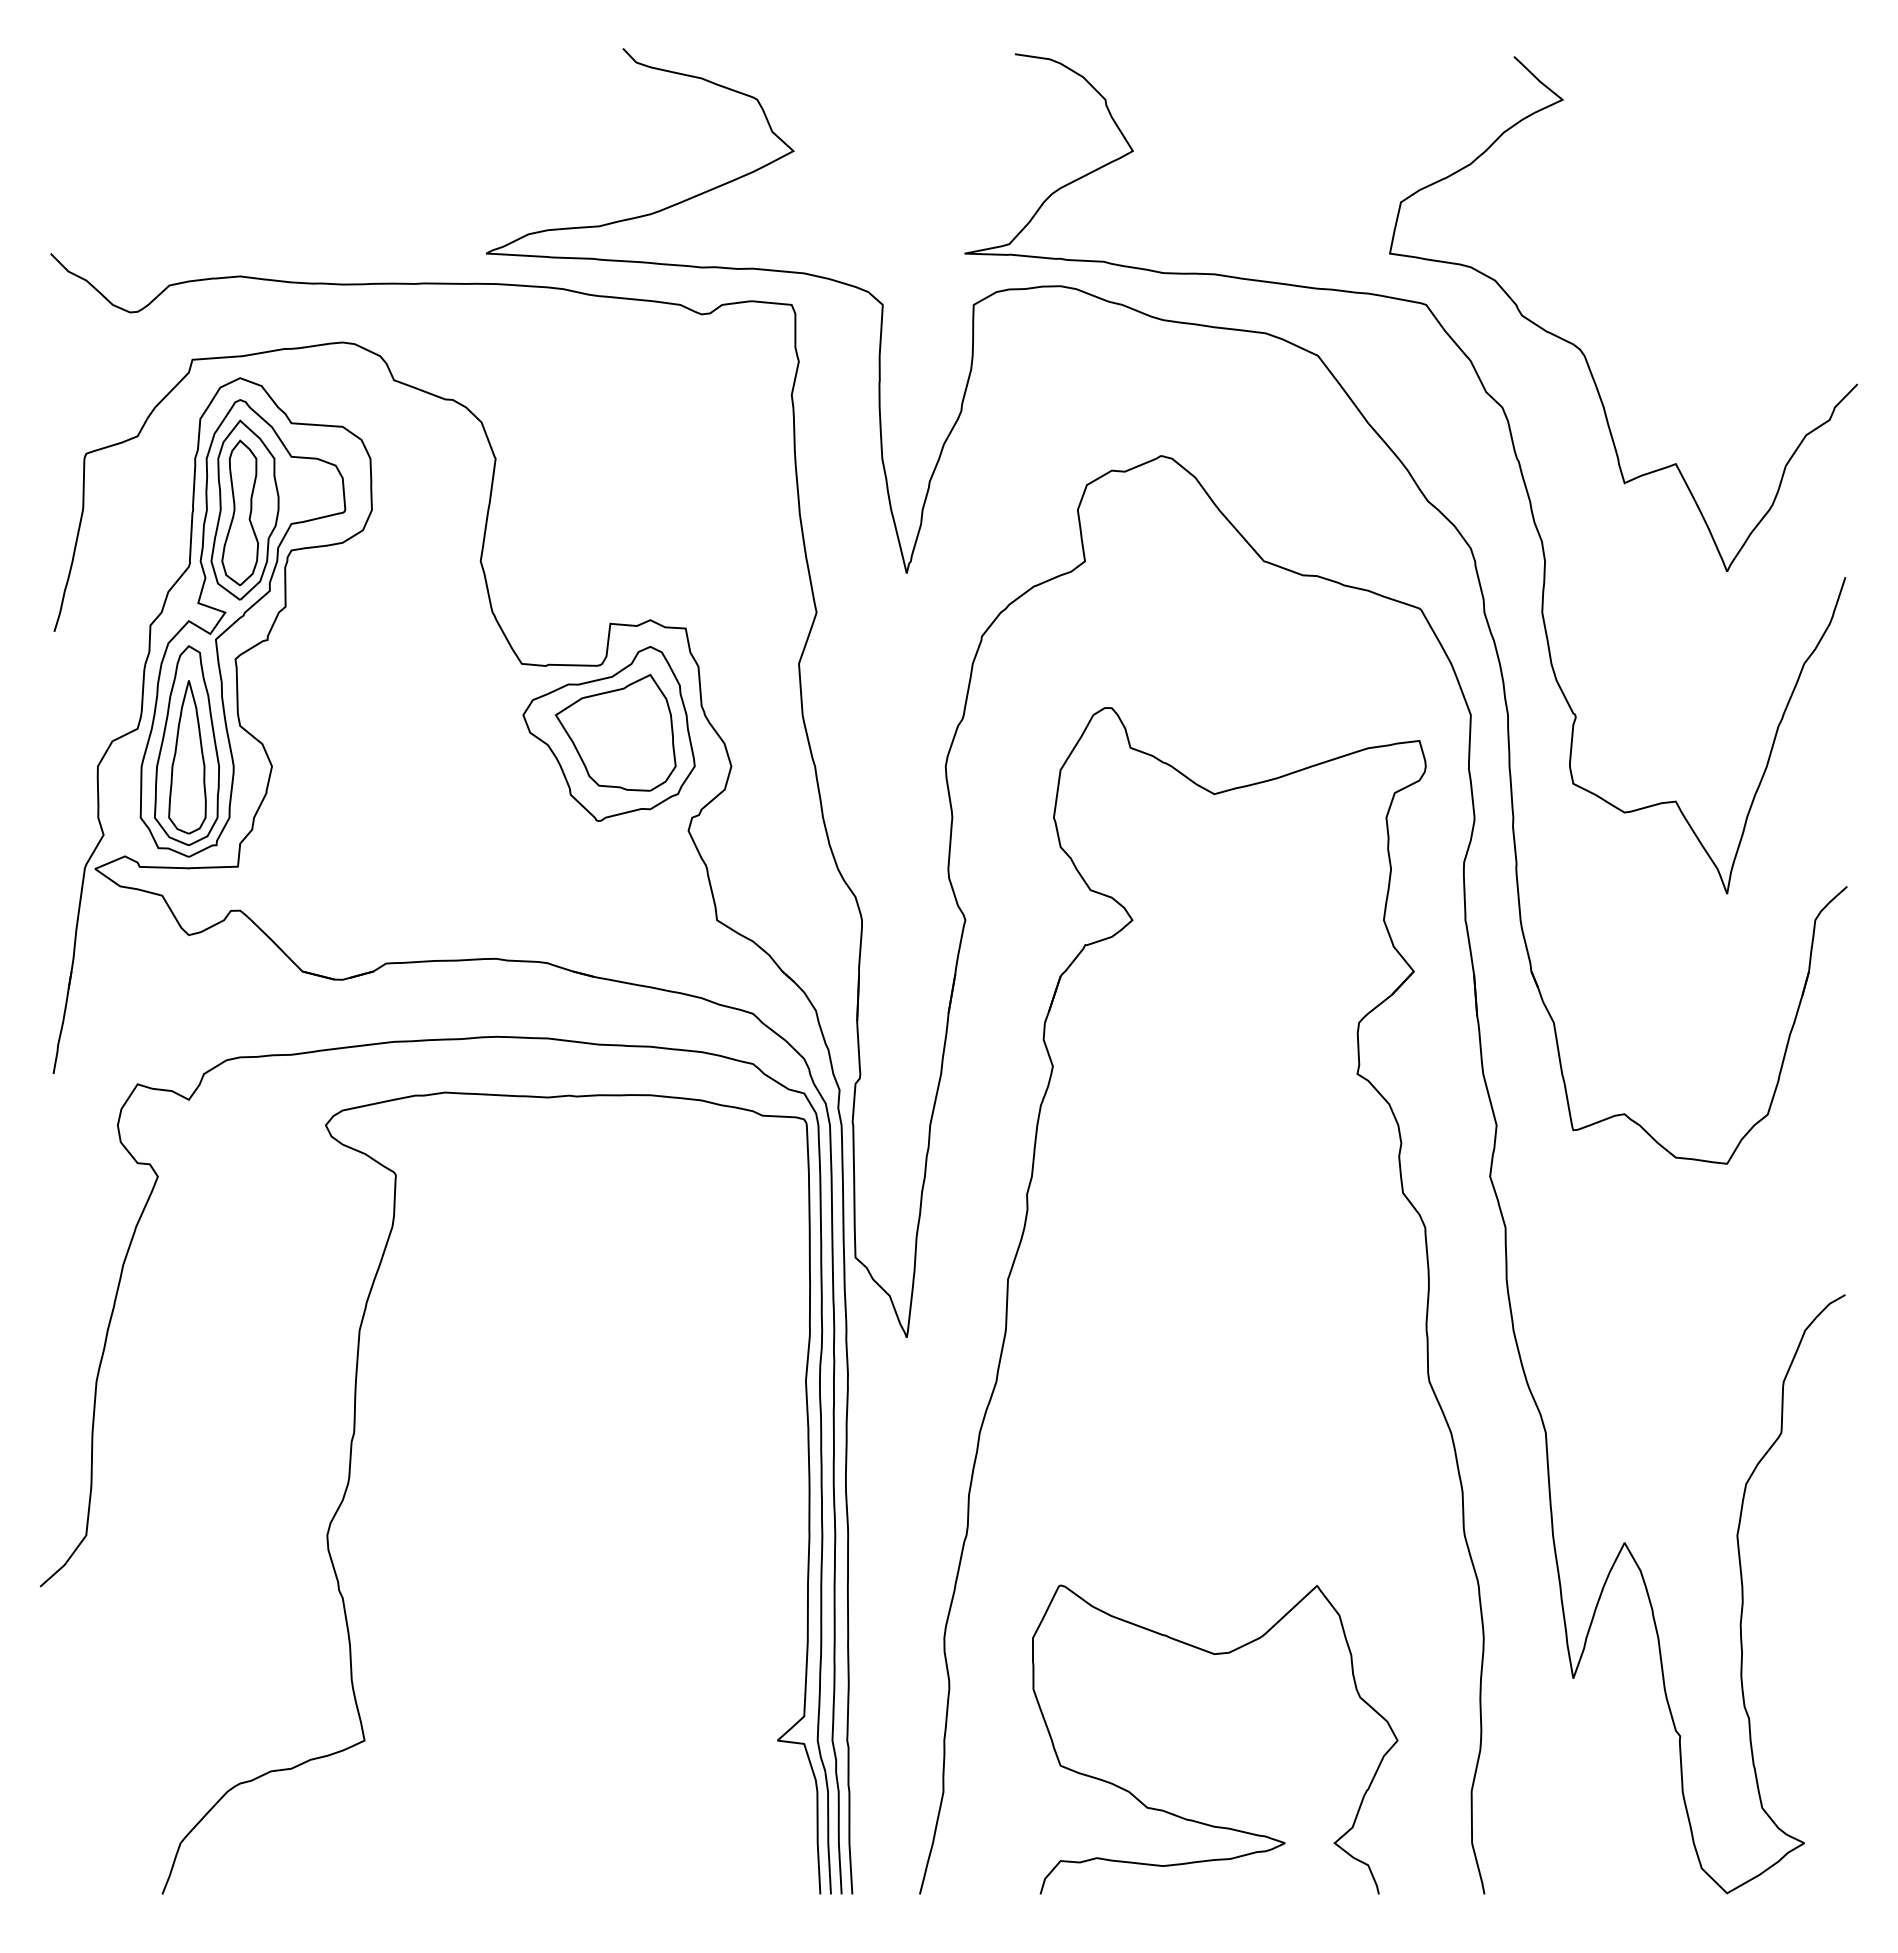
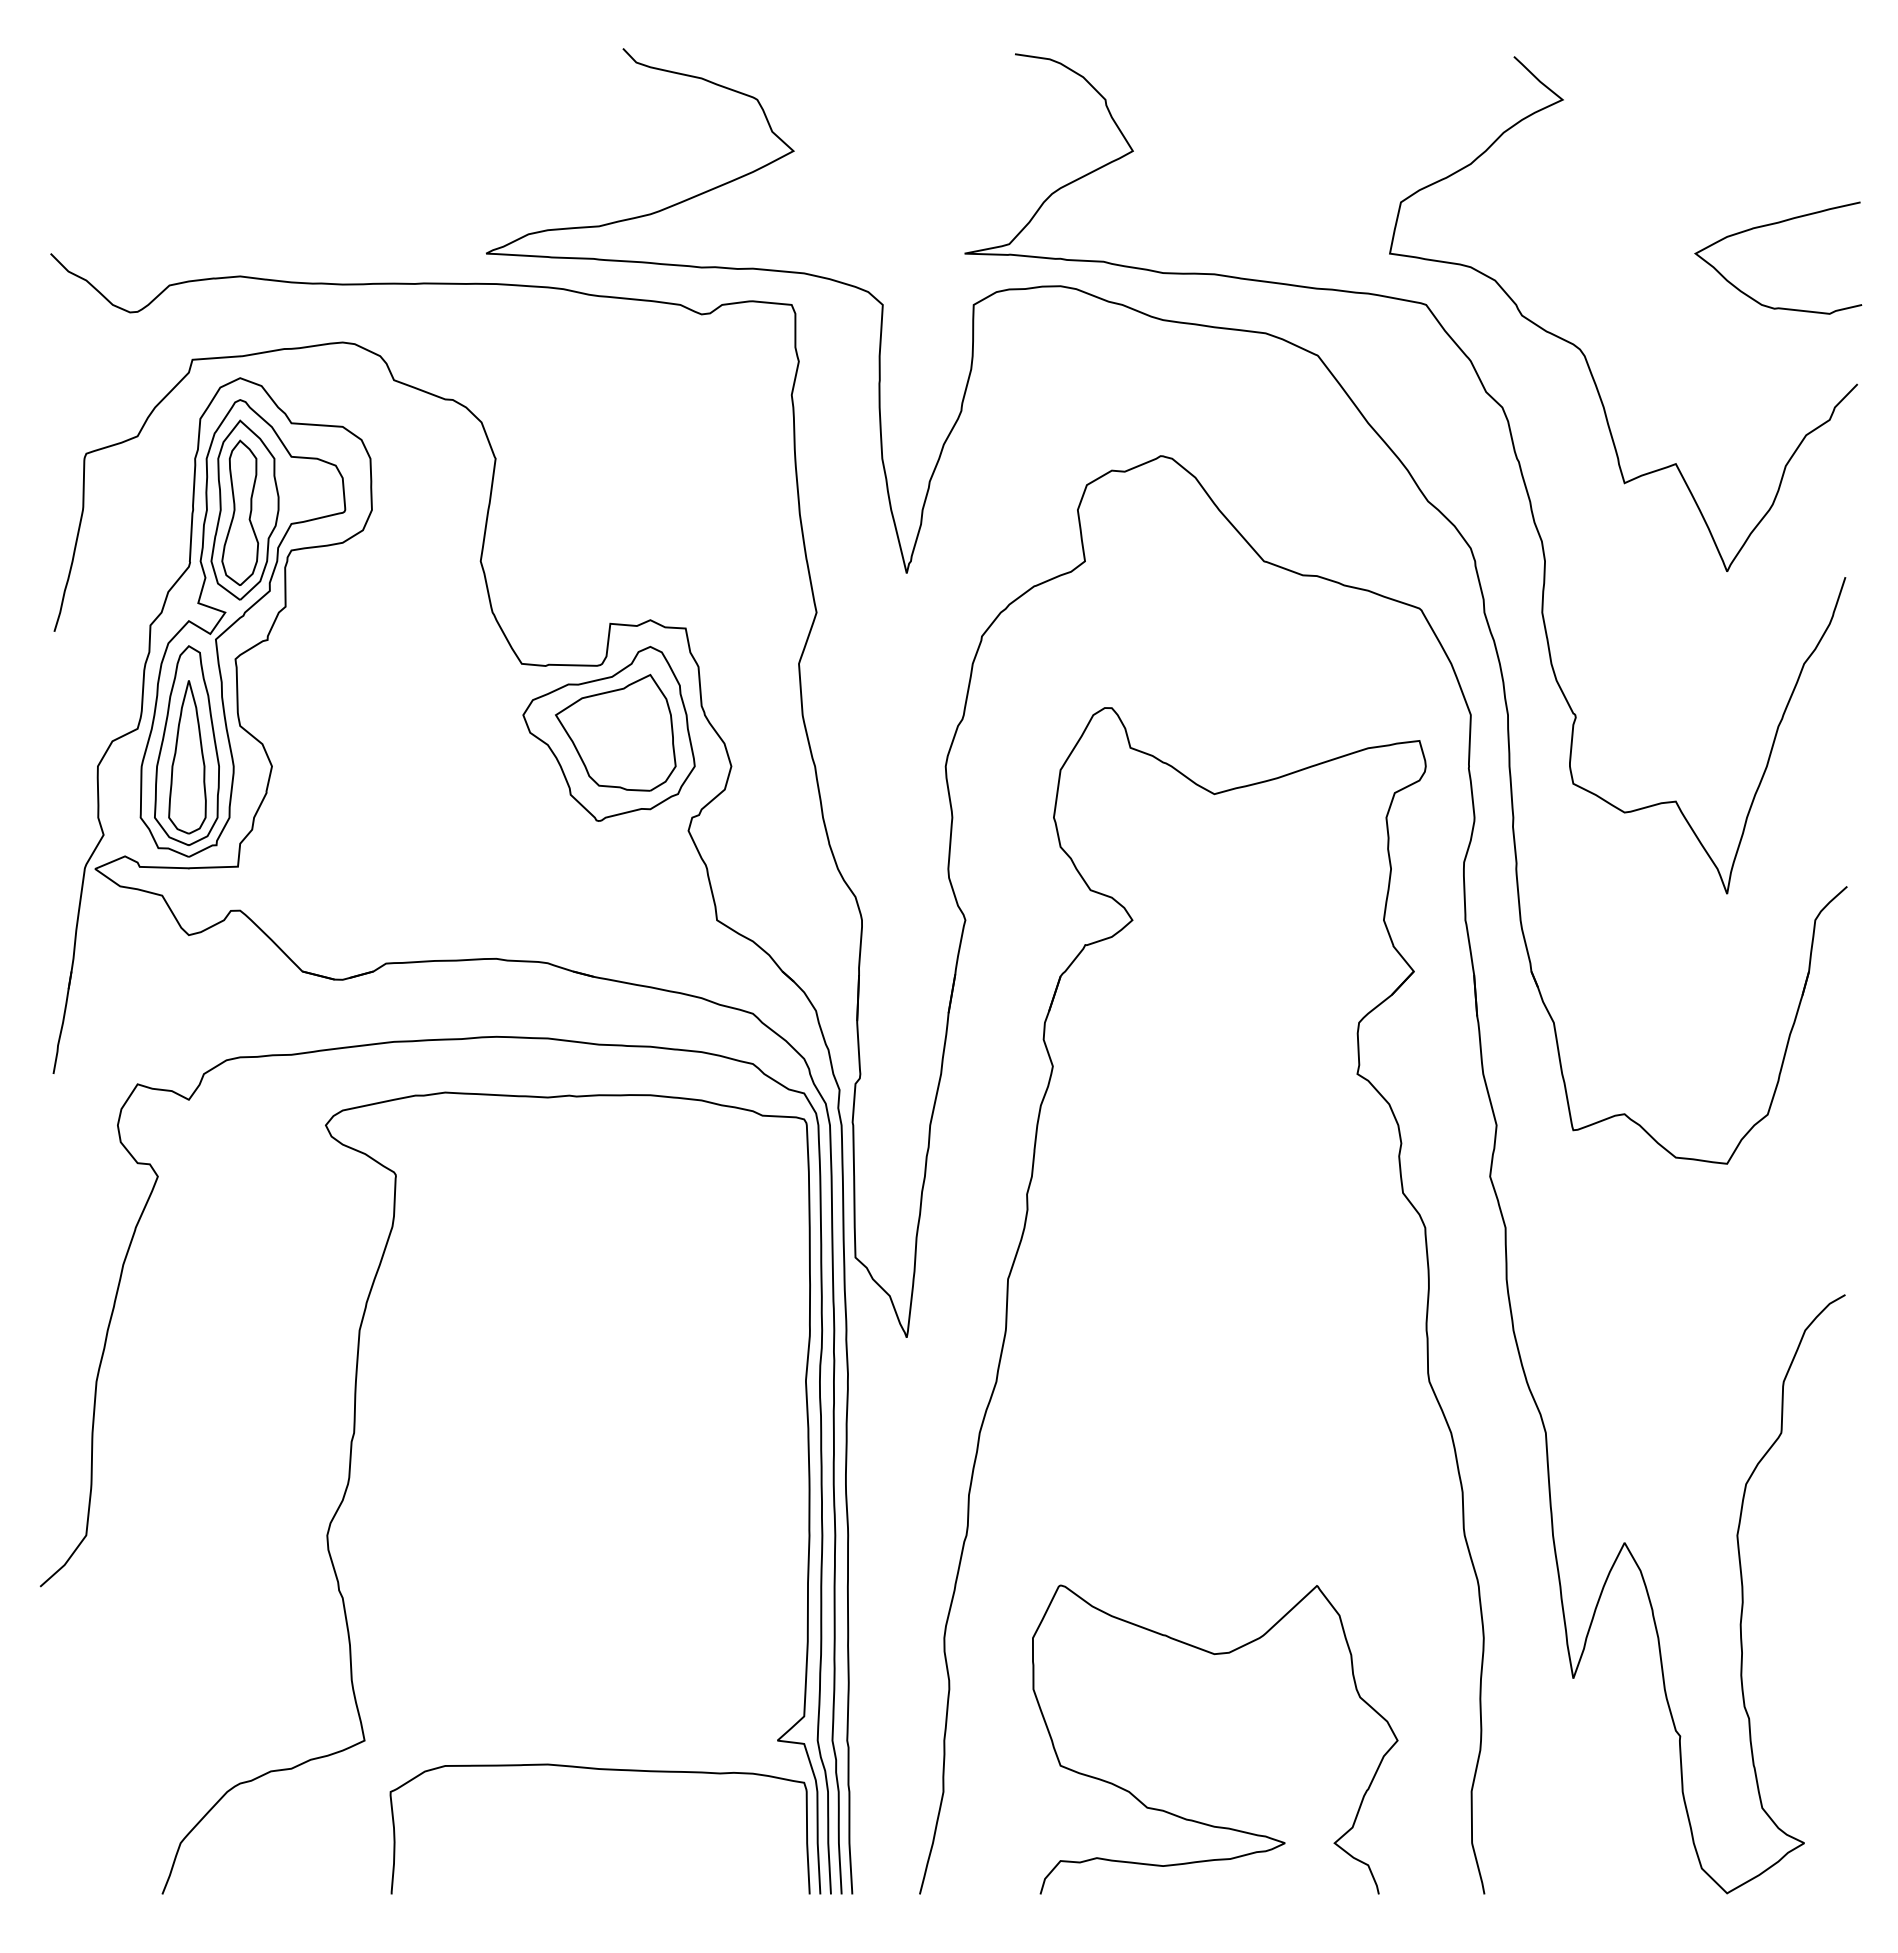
curve at (1771, 225): none -> present
curve at (602, 1770): none -> present
